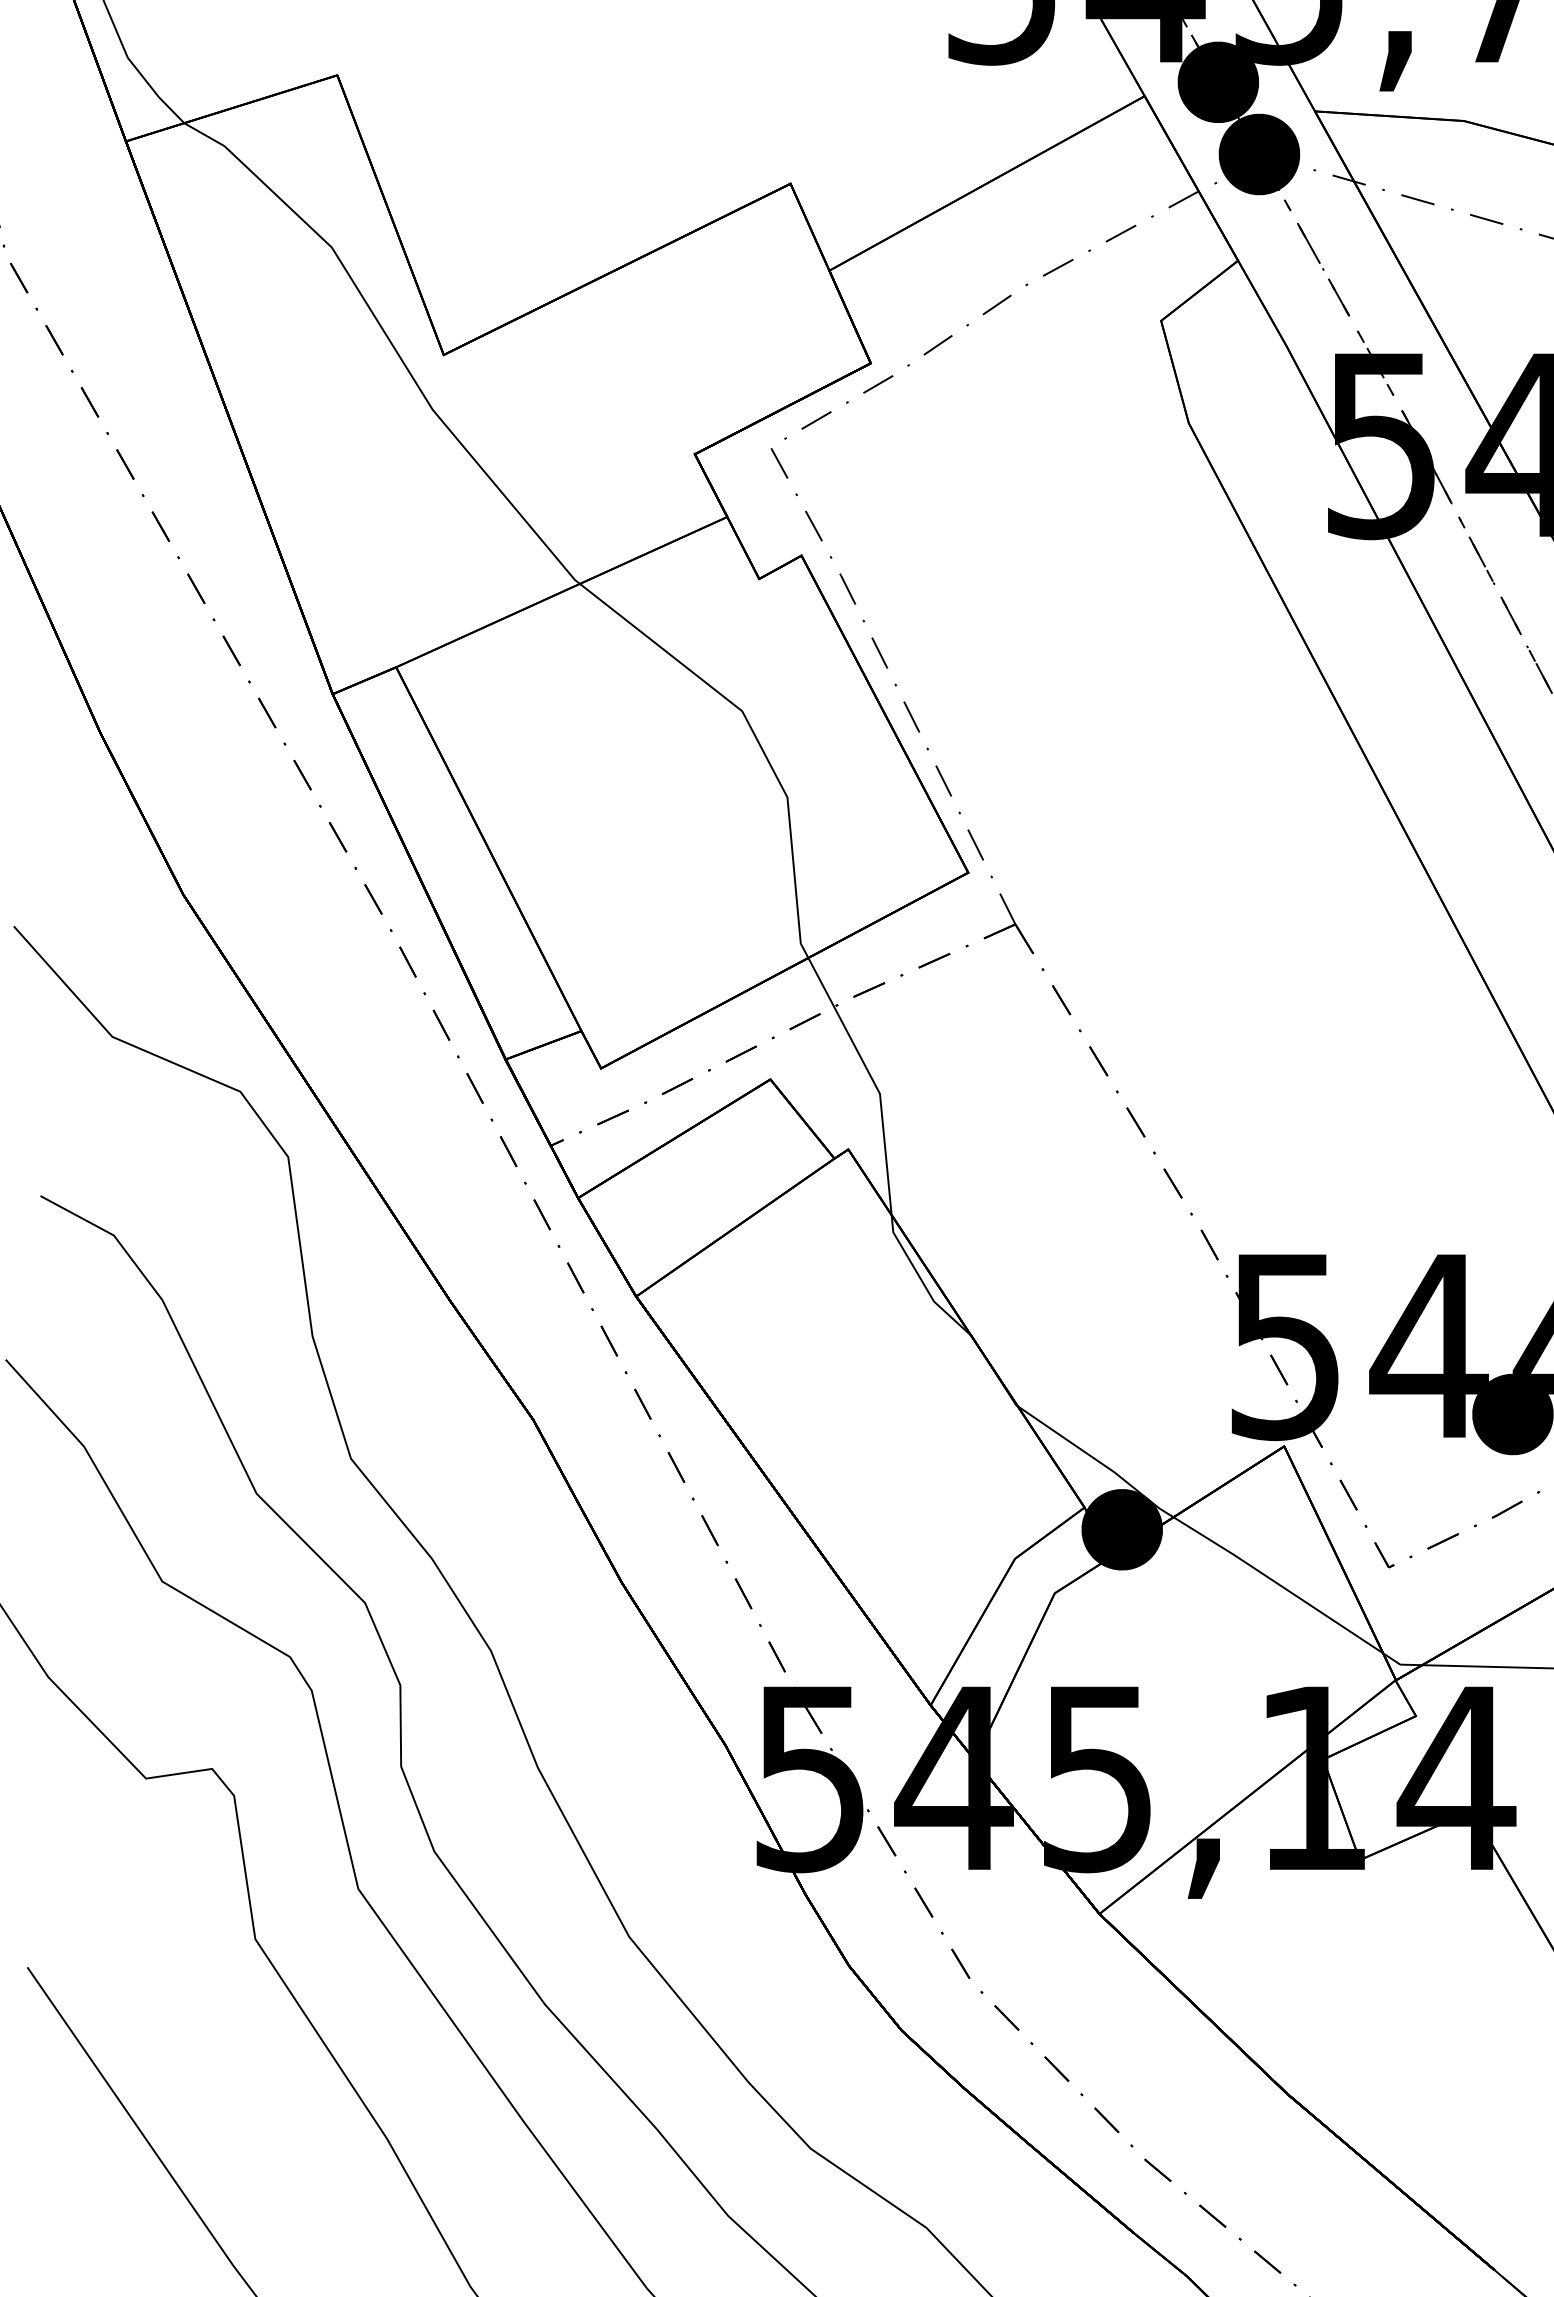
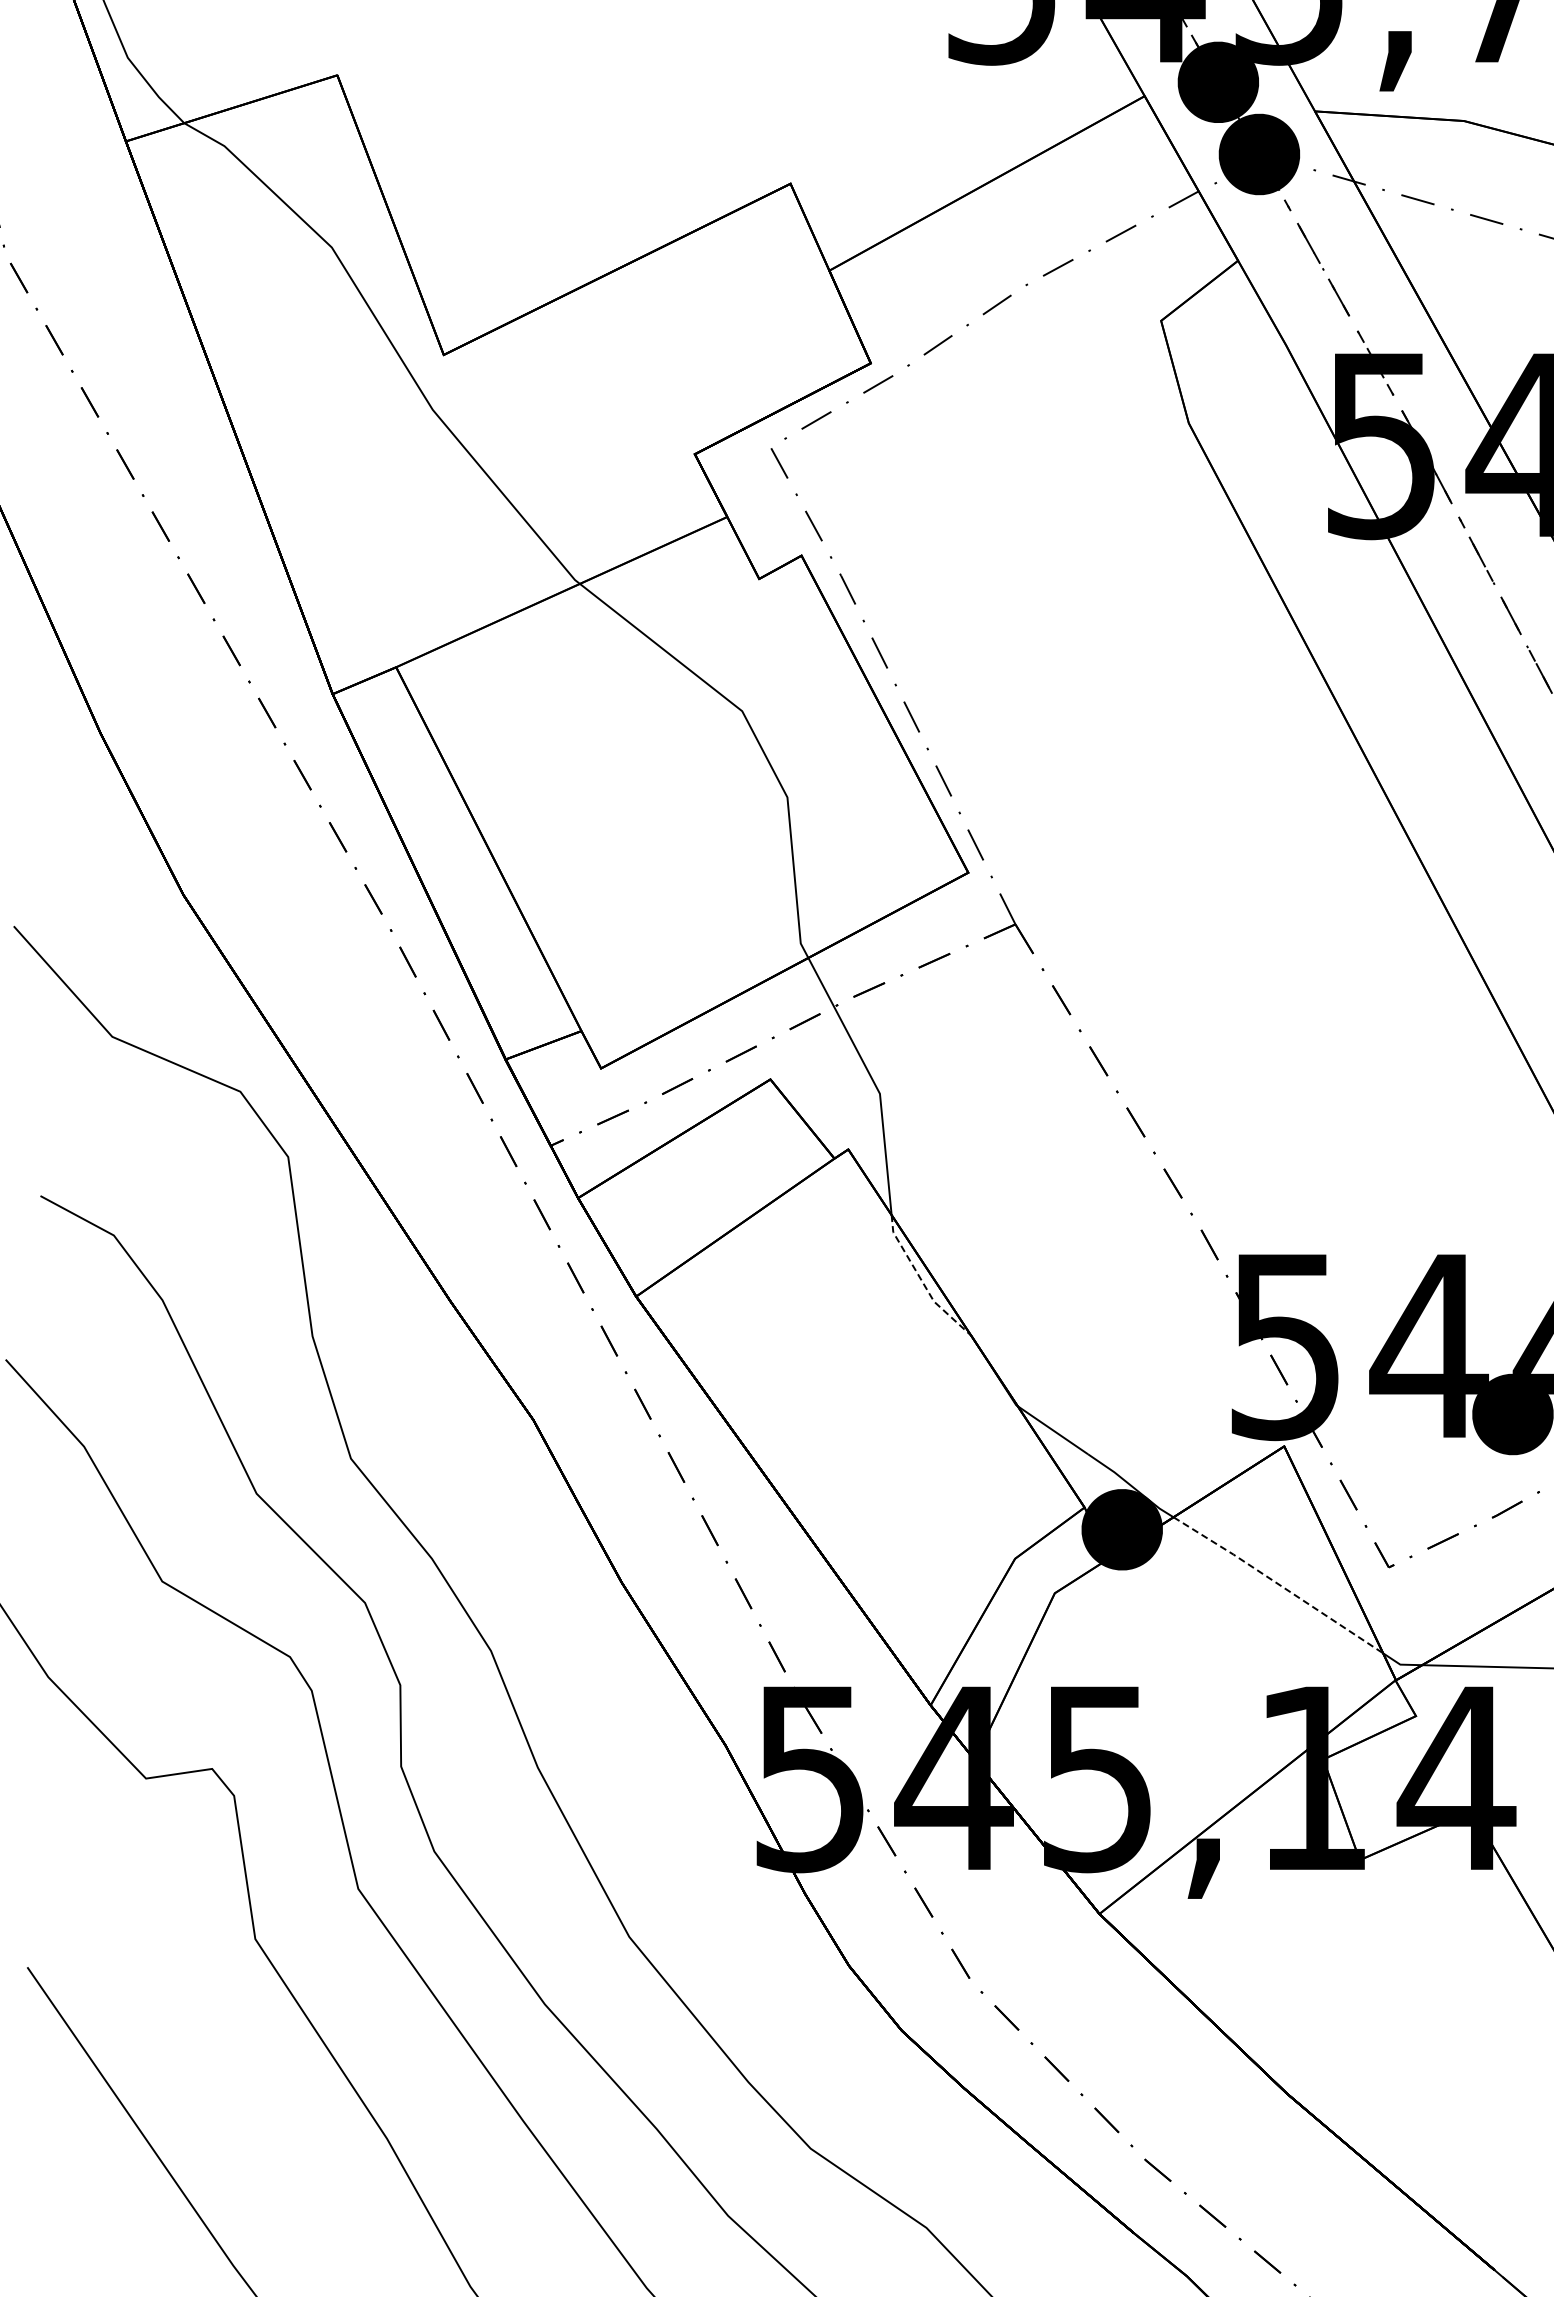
line at (921, 1281): solid -> dashed
line at (1278, 1584): solid -> dashed
